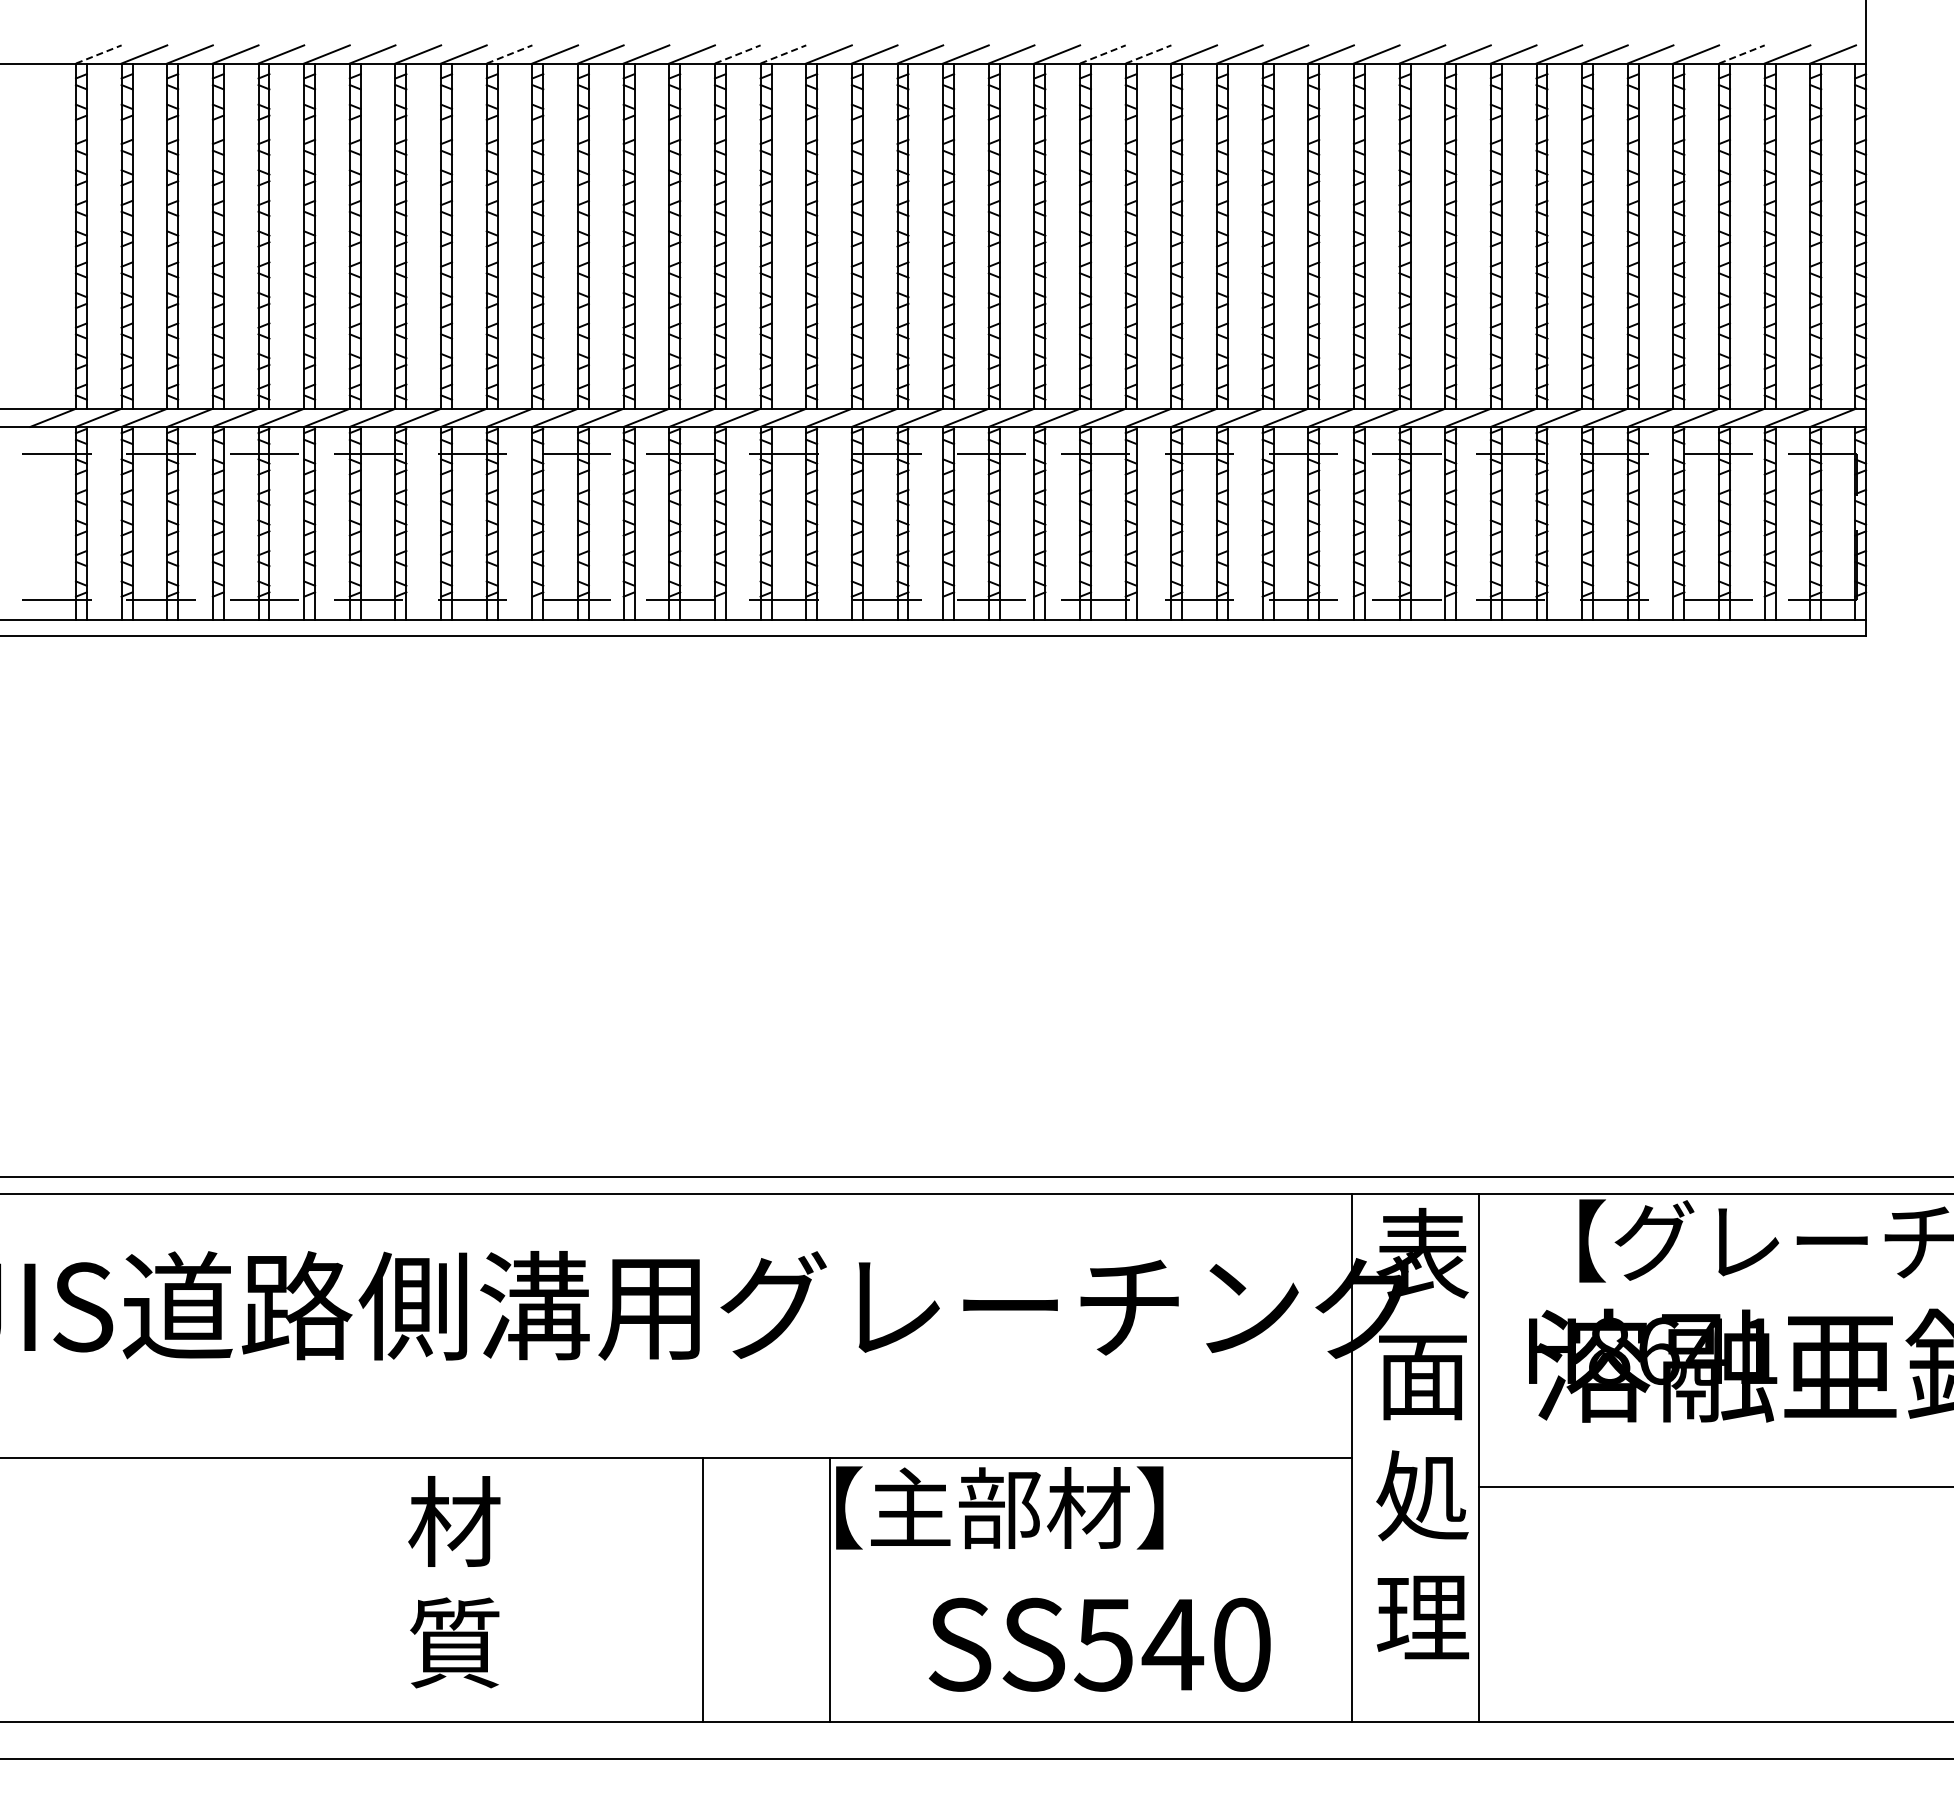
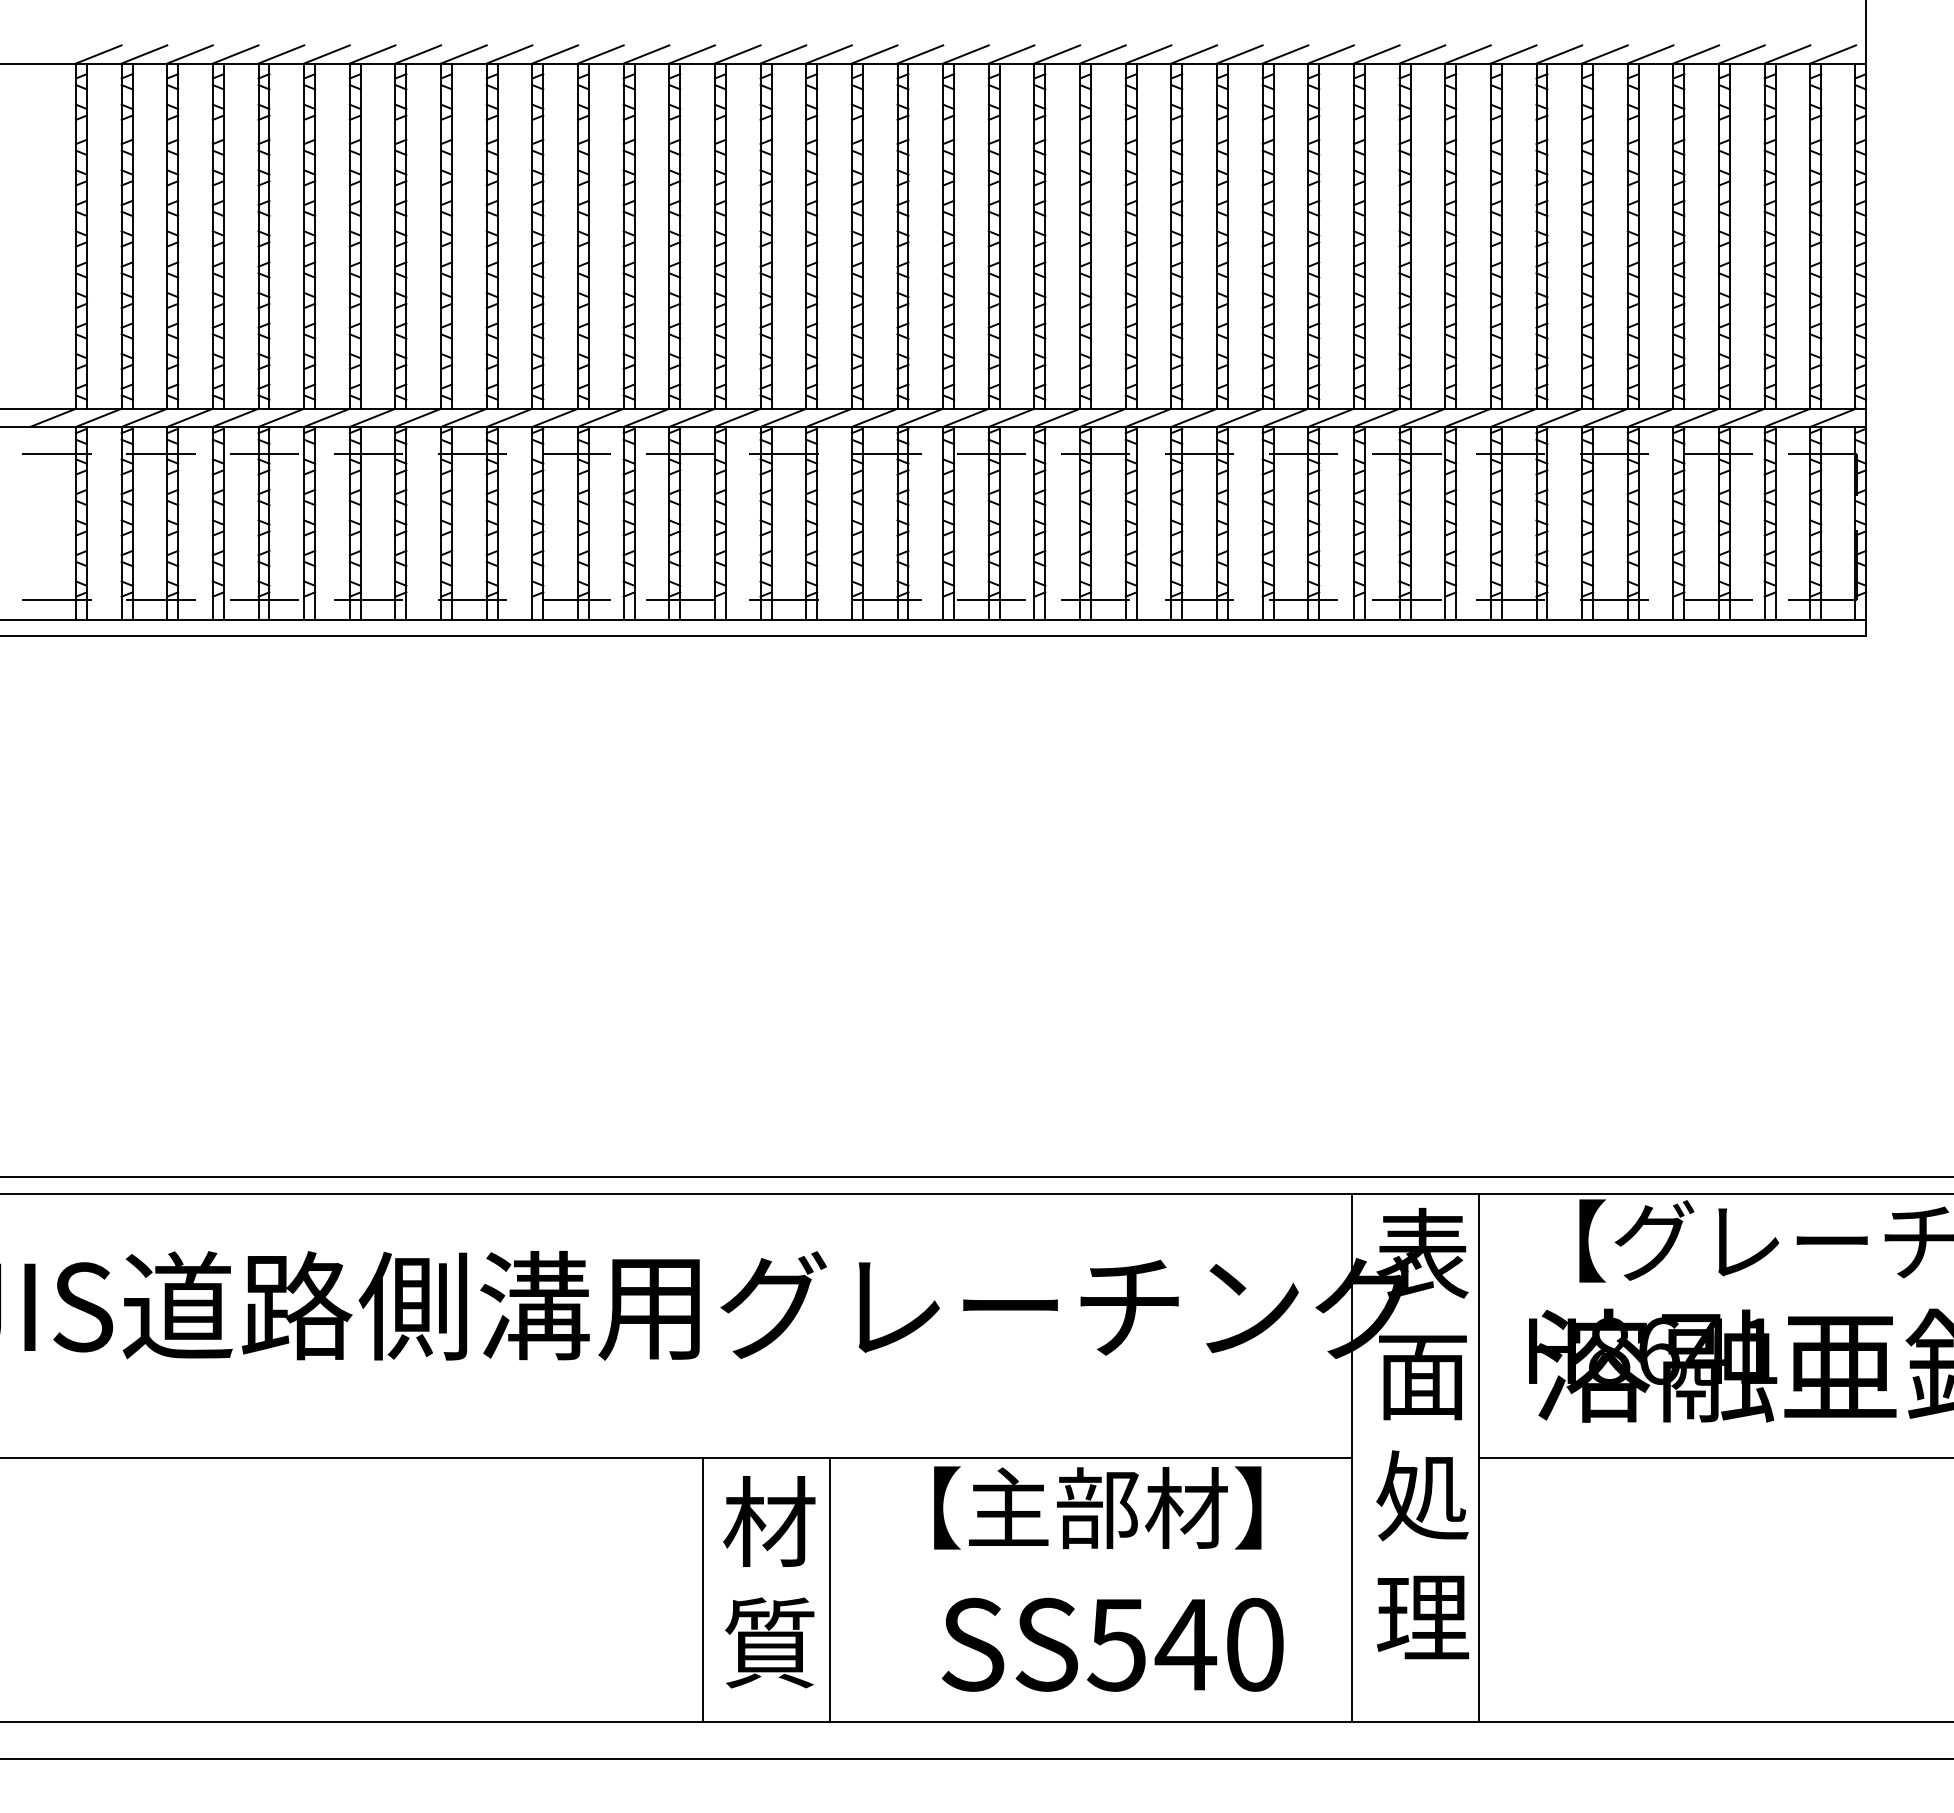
line at (98, 54): dashed -> solid
line at (509, 54): dashed -> solid
line at (737, 54): dashed -> solid
line at (783, 54): dashed -> solid
line at (1102, 54): dashed -> solid
line at (1148, 54): dashed -> solid
line at (1741, 54): dashed -> solid
line at (1714, 1487) position: (1714, 1487) -> (1714, 1458)
text at (999, 1507) position: (999, 1507) -> (1097, 1507)
text at (454, 1582) position: (454, 1582) -> (769, 1582)
text at (1099, 1644) position: (1099, 1644) -> (1112, 1644)
